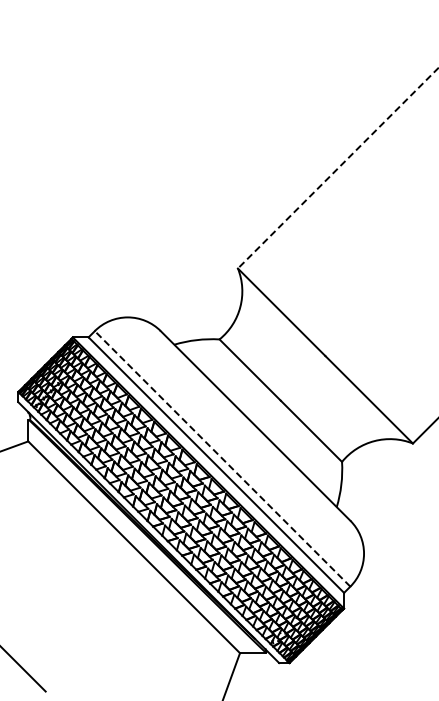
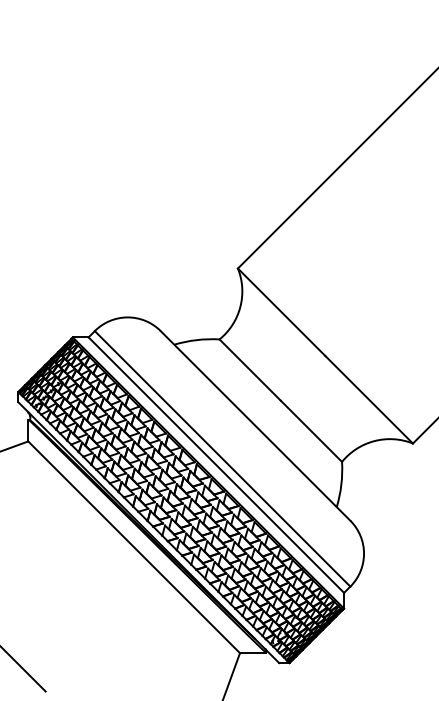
line at (338, 168): dashed -> solid
line at (222, 458): dashed -> solid
